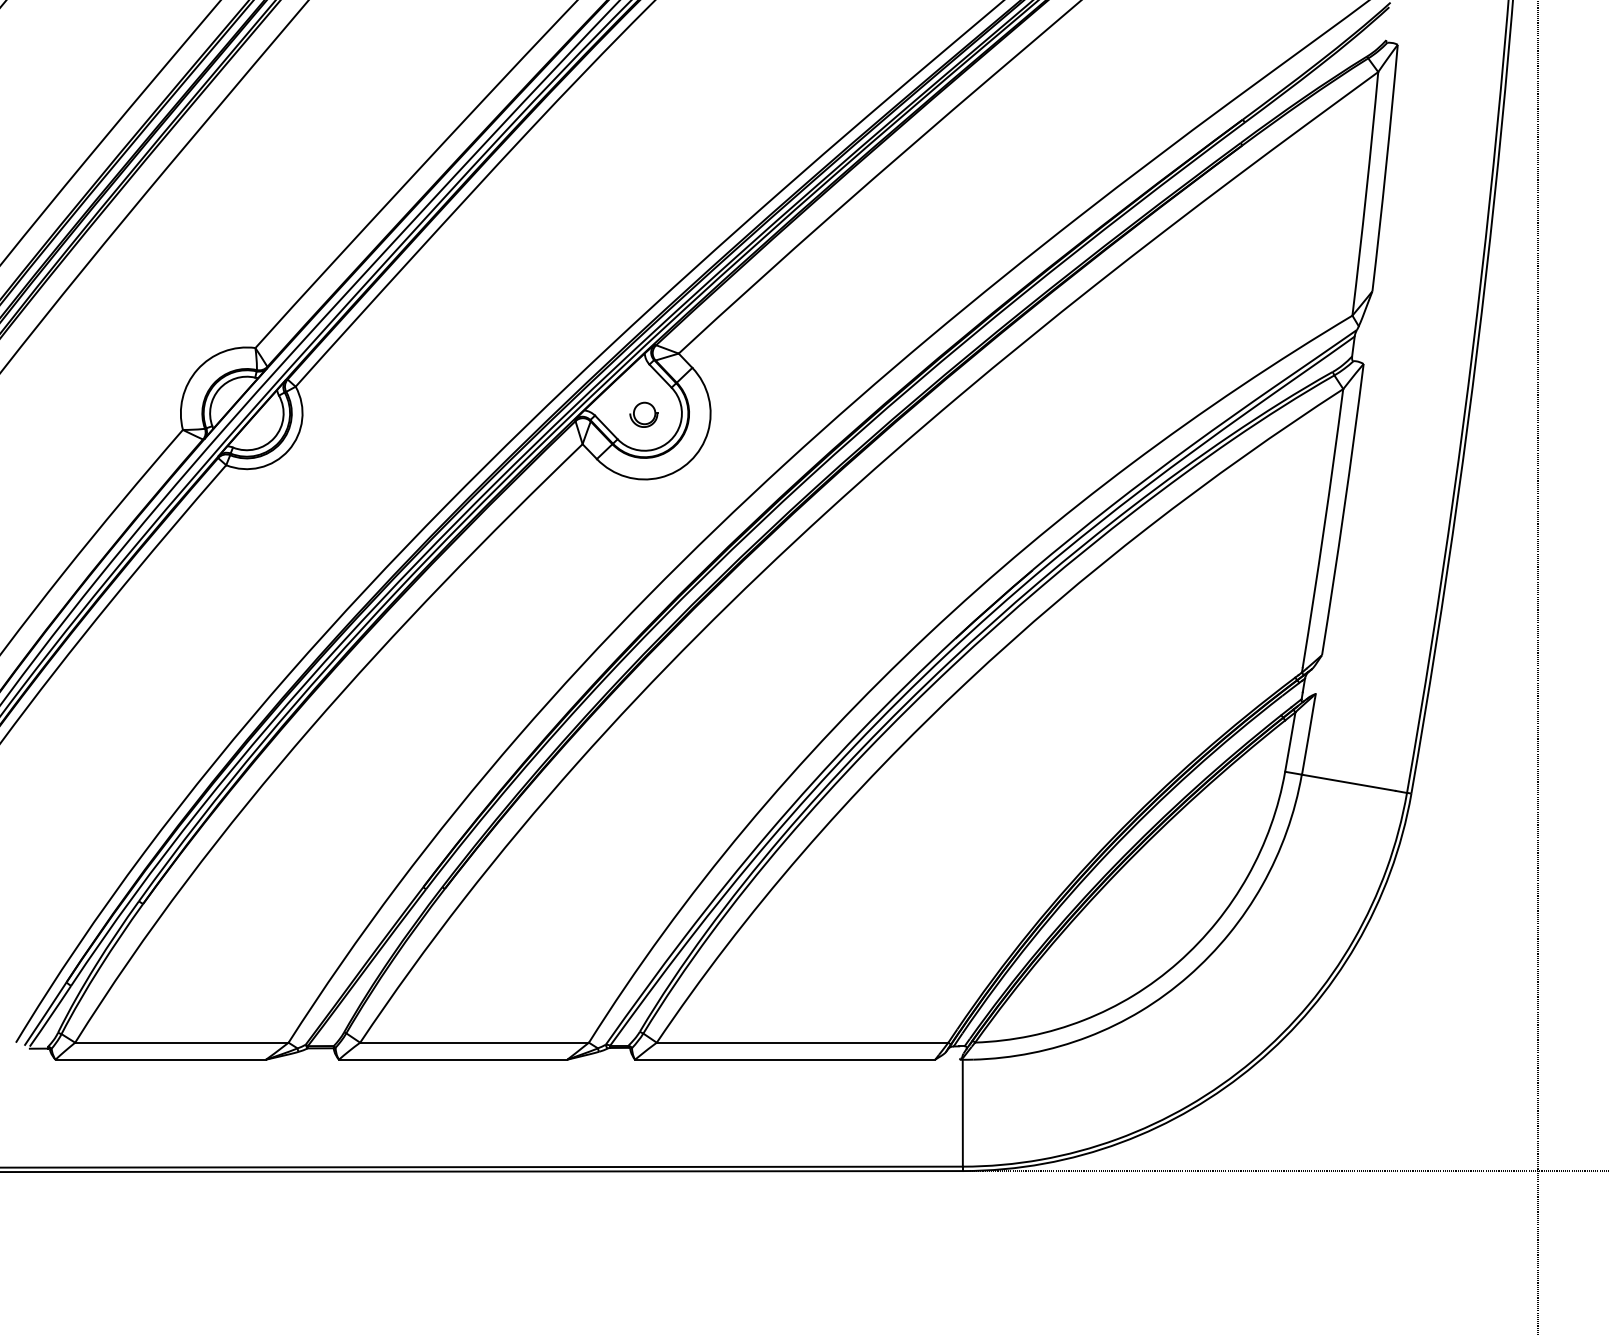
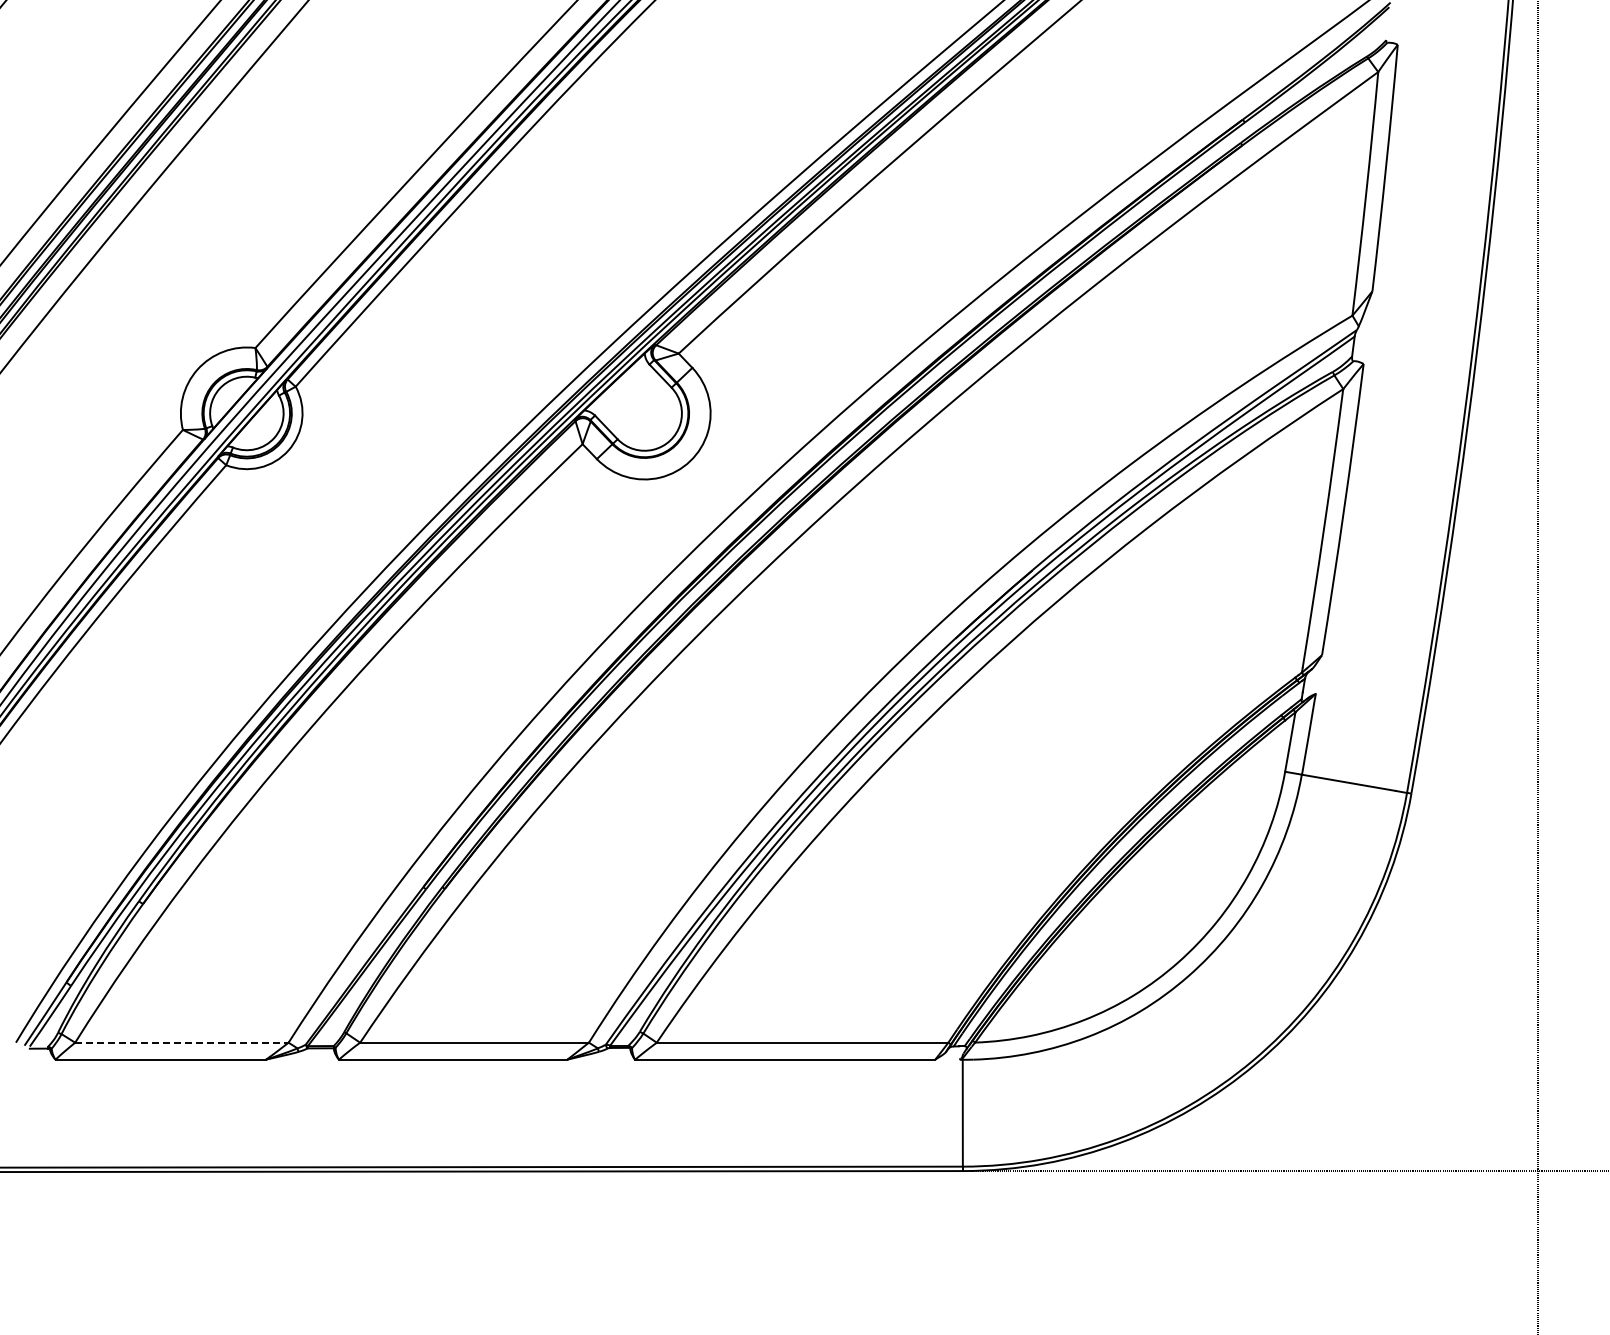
part at (643, 414): present -> none
line at (181, 1042): solid -> dashed
